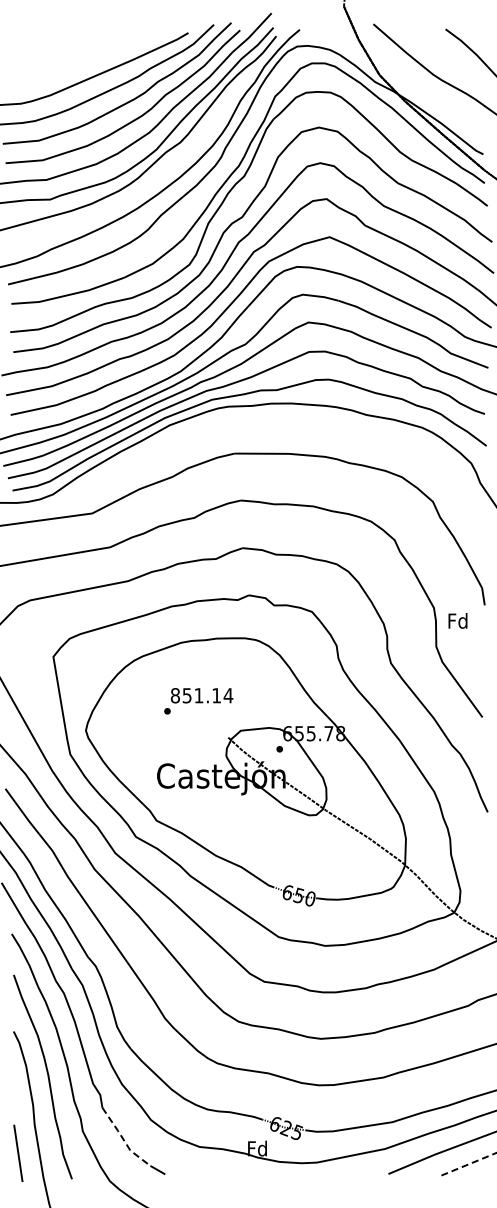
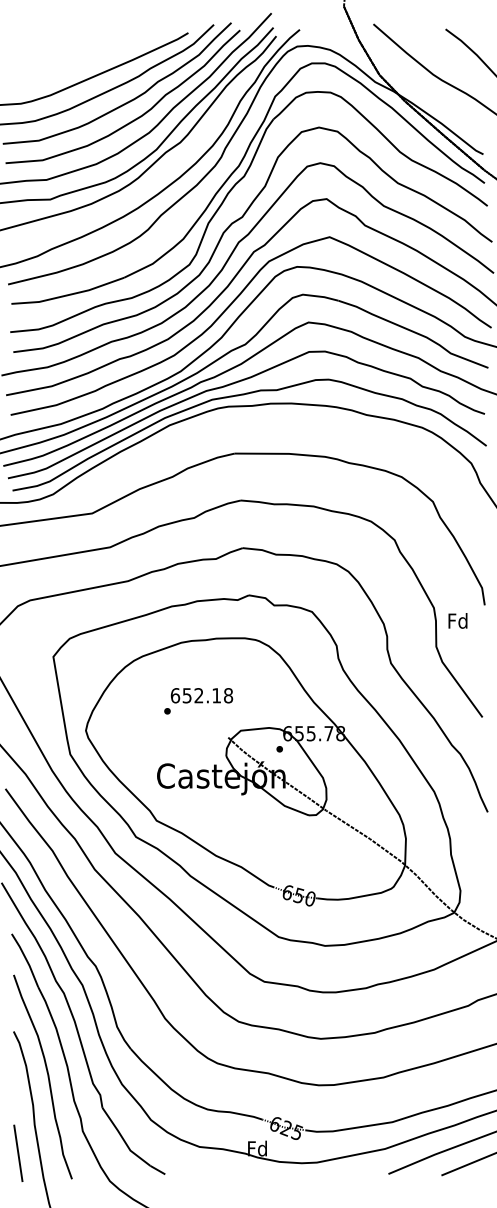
text at (201, 695): 851.14 -> 652.18
line at (123, 1139): dashed -> solid
line at (469, 1164): dashed -> solid
